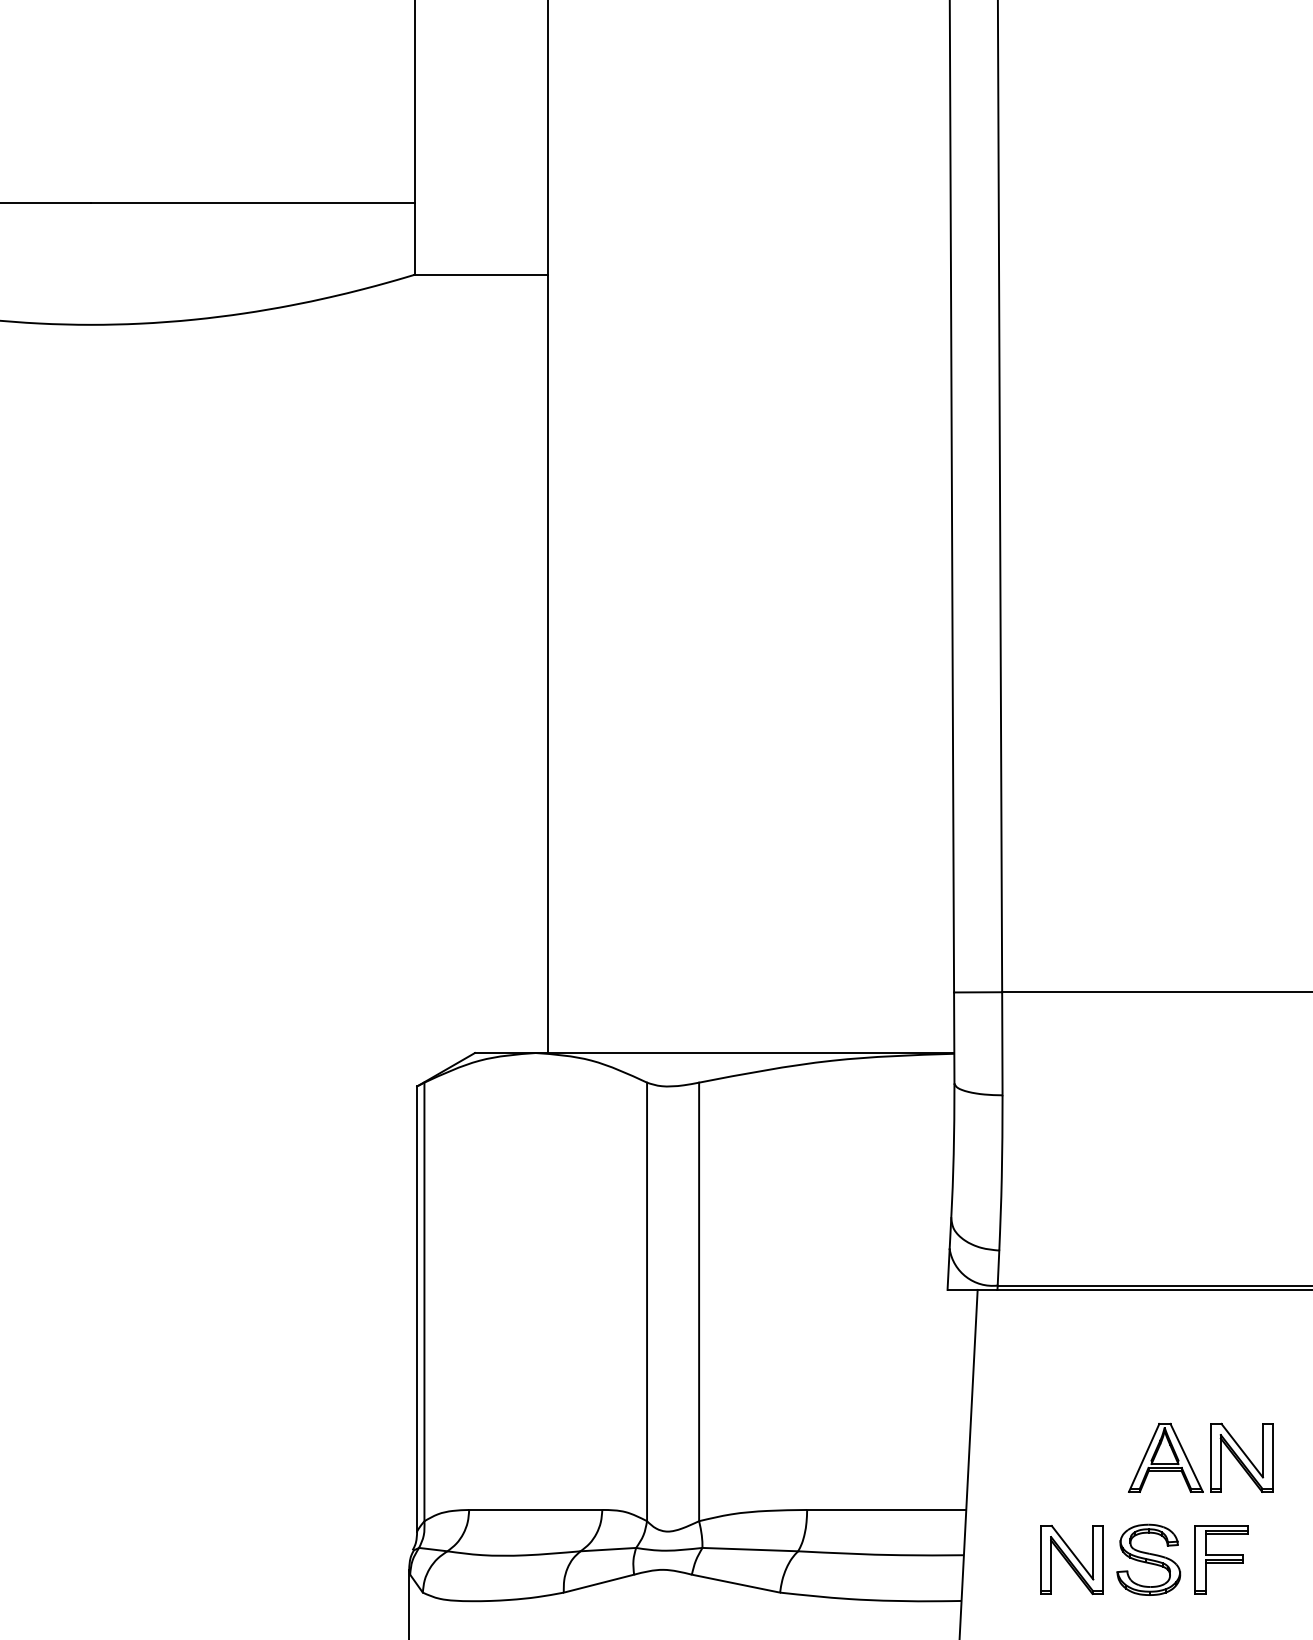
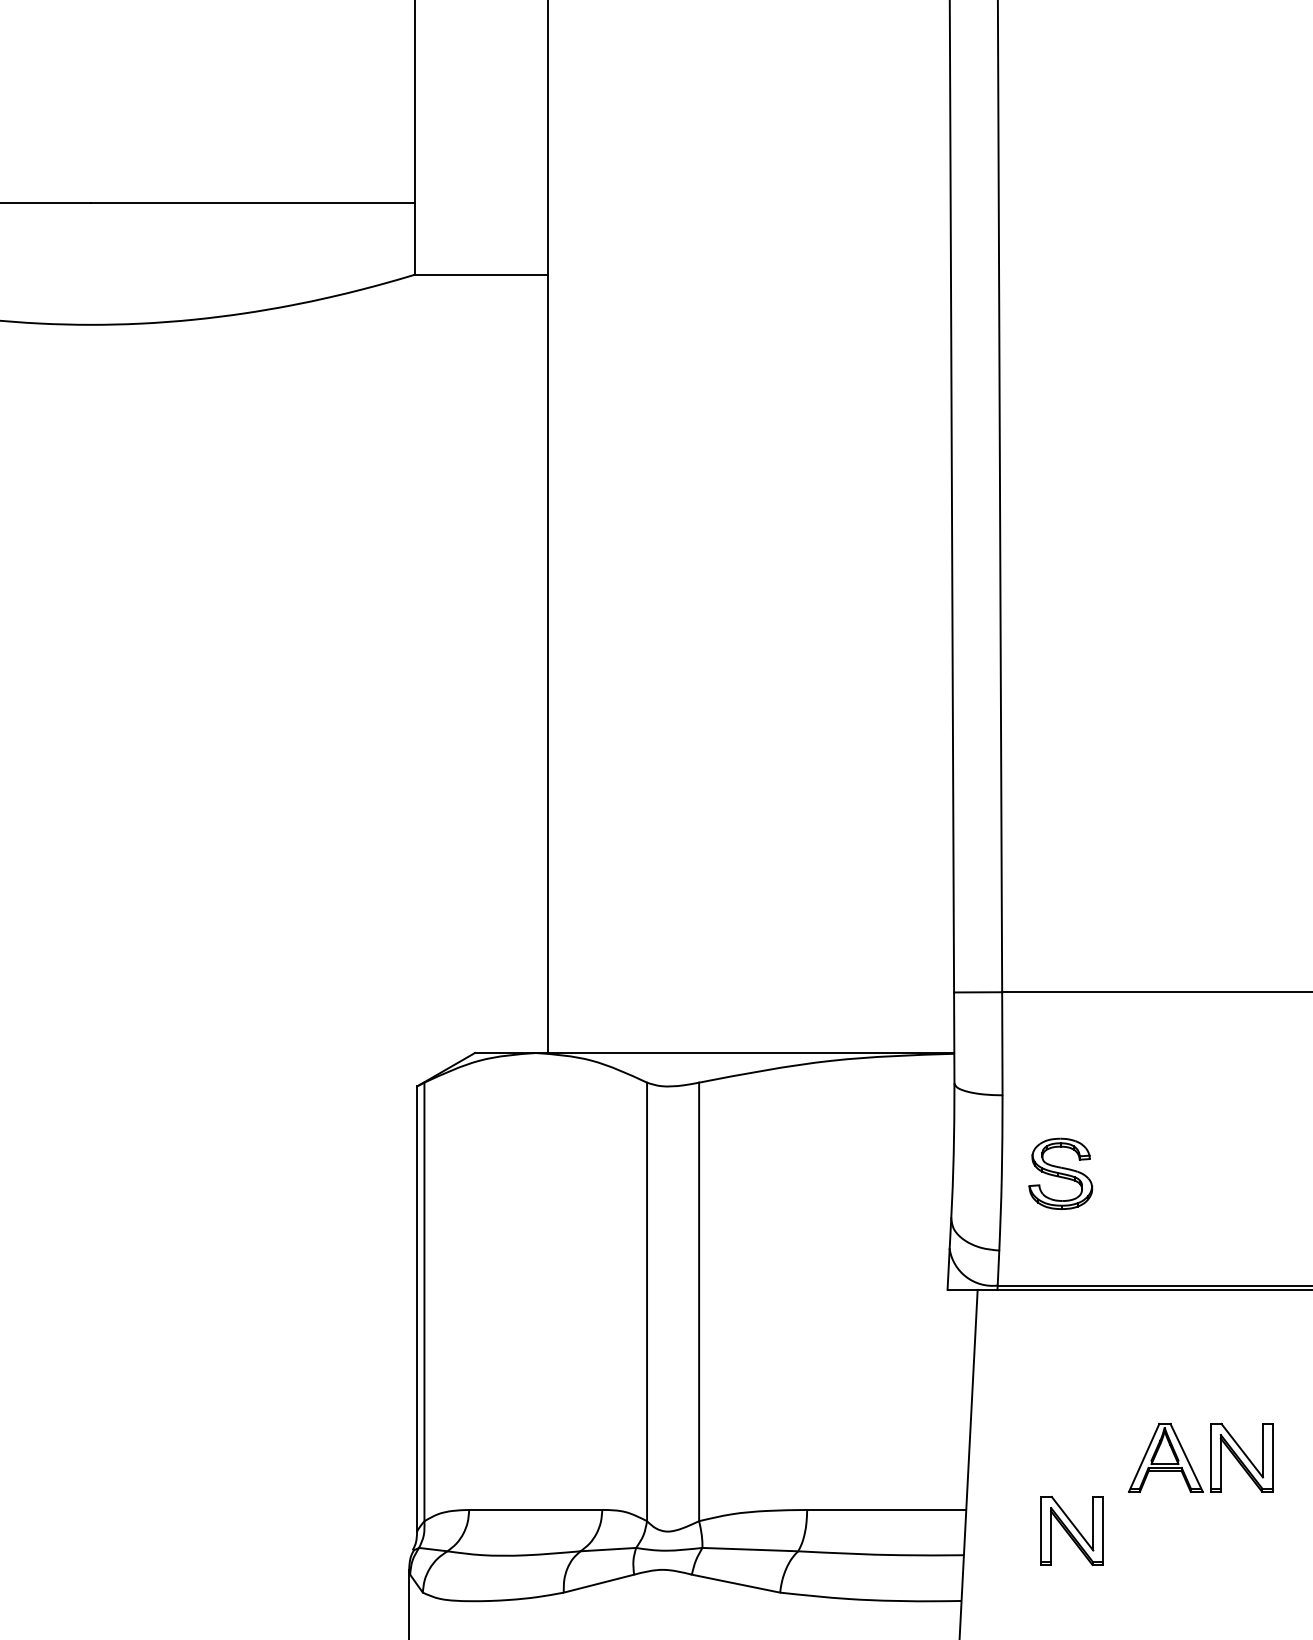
part at (1071, 1559) position: (1071, 1559) -> (1071, 1530)
part at (1148, 1559) position: (1148, 1559) -> (1060, 1173)
part at (1221, 1559): present -> none
